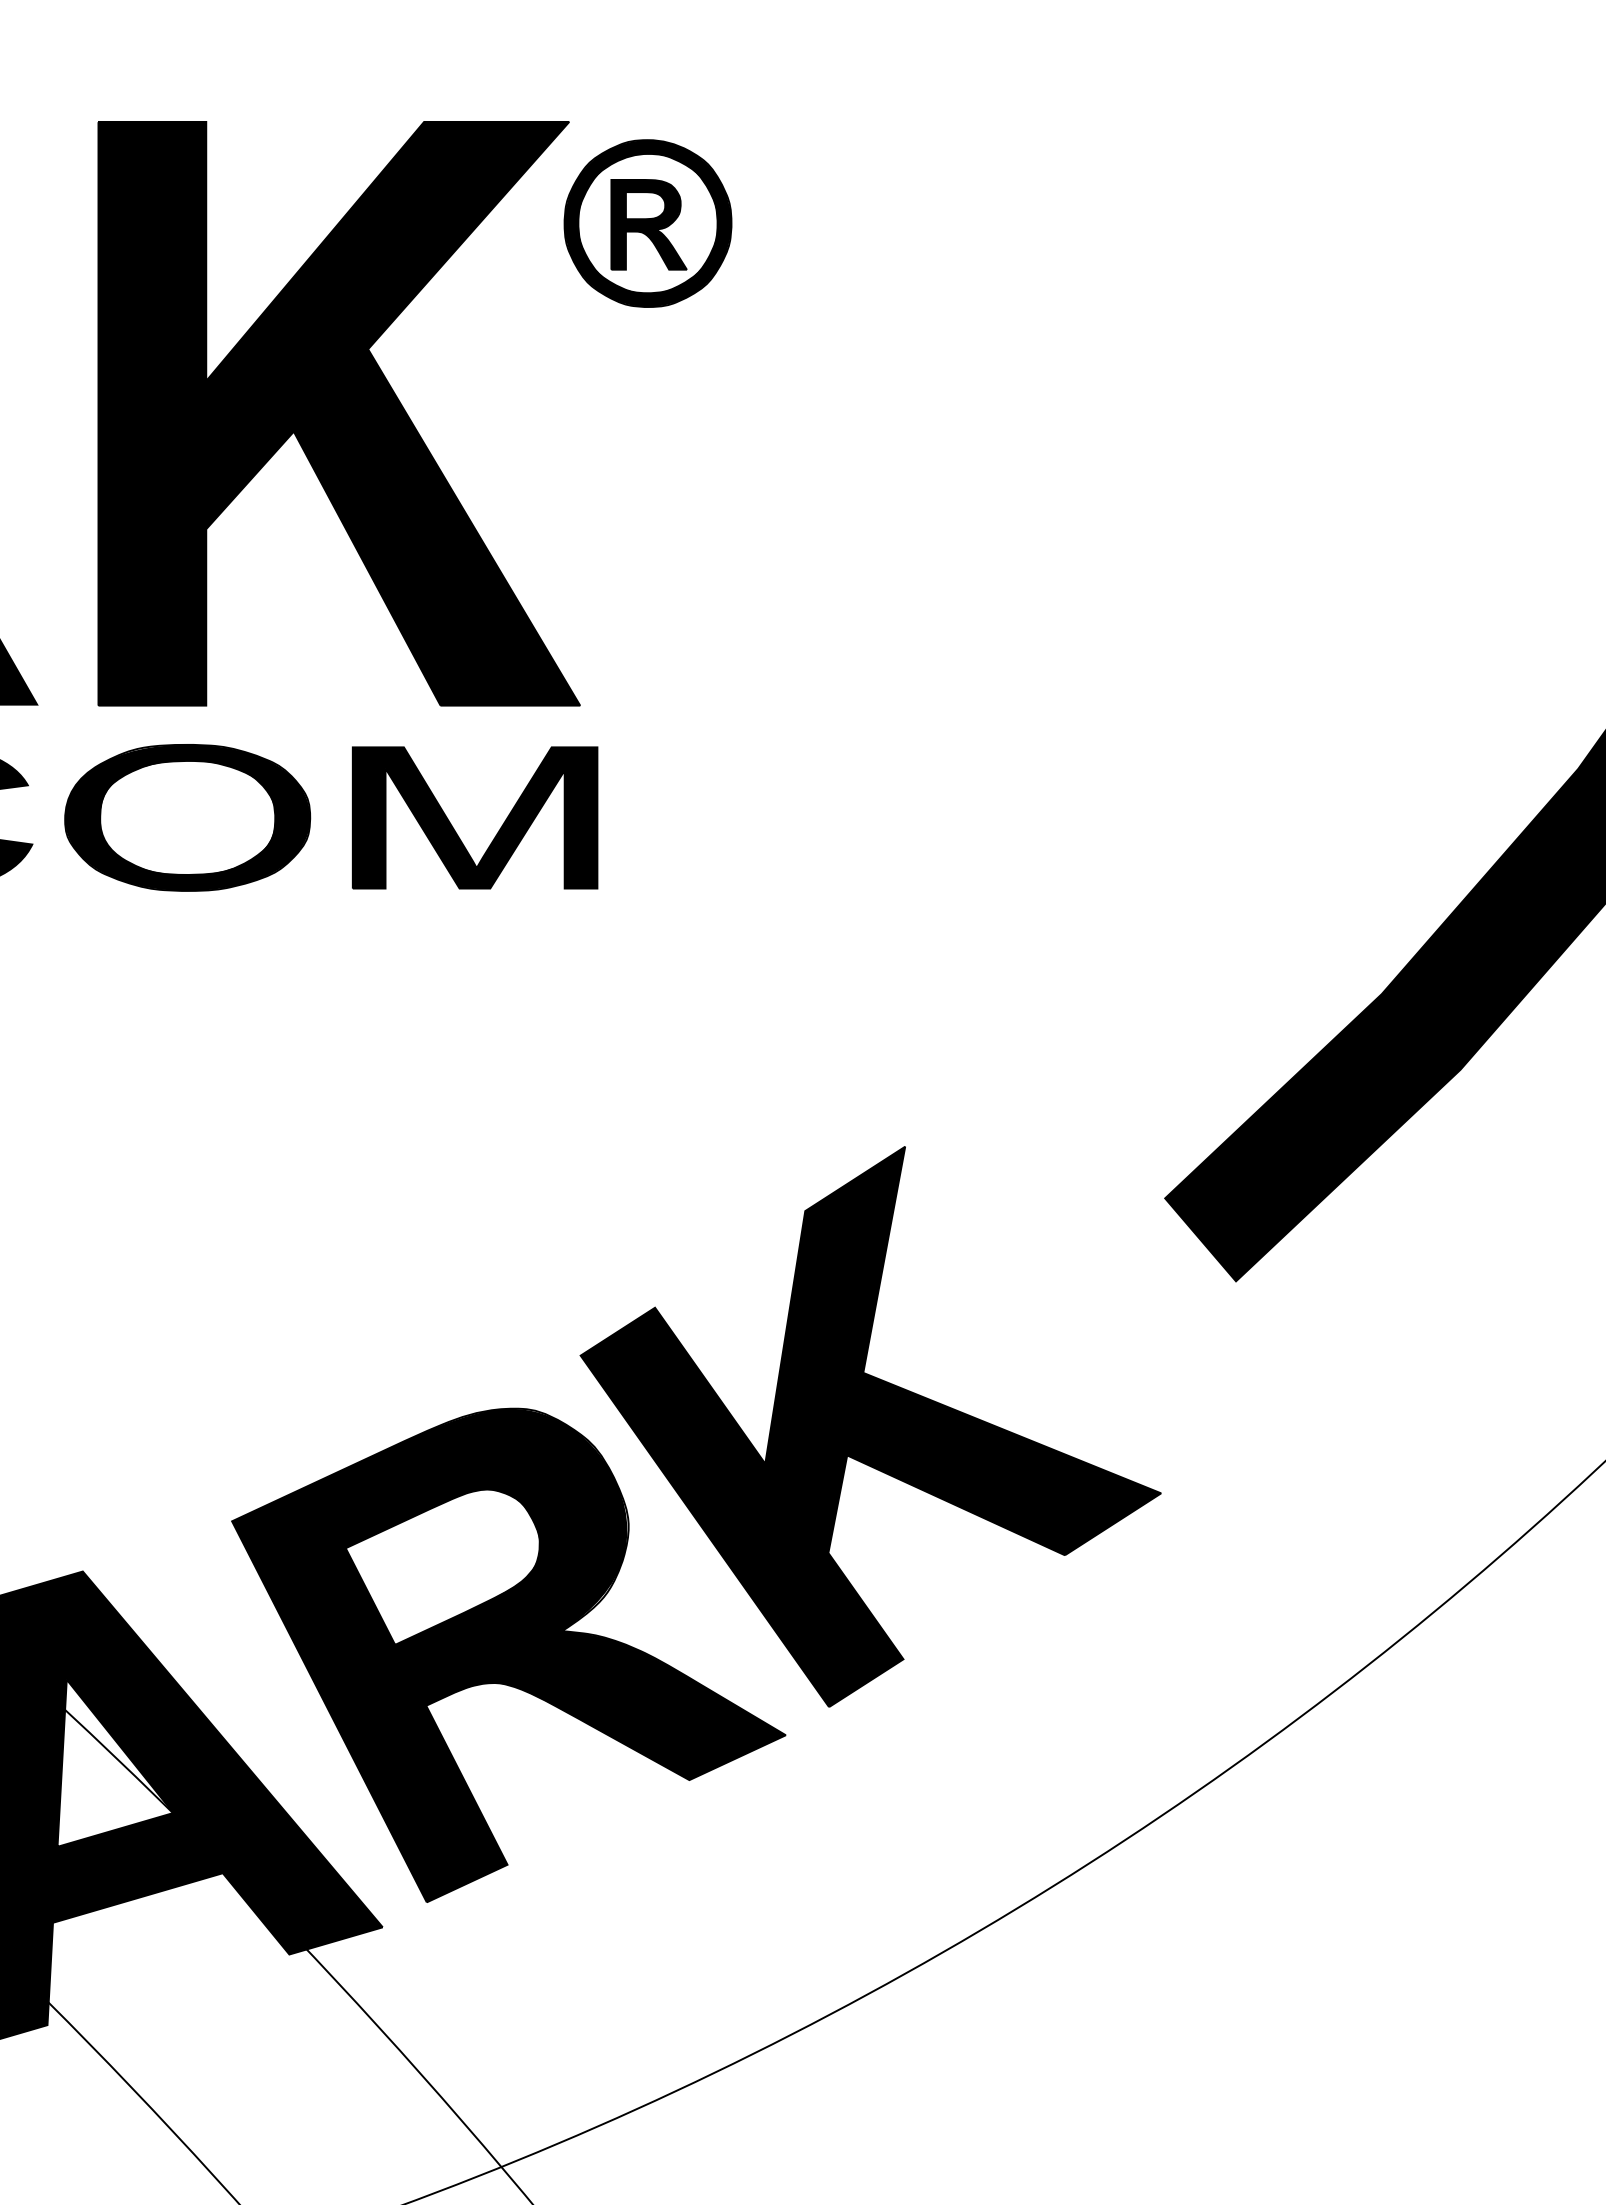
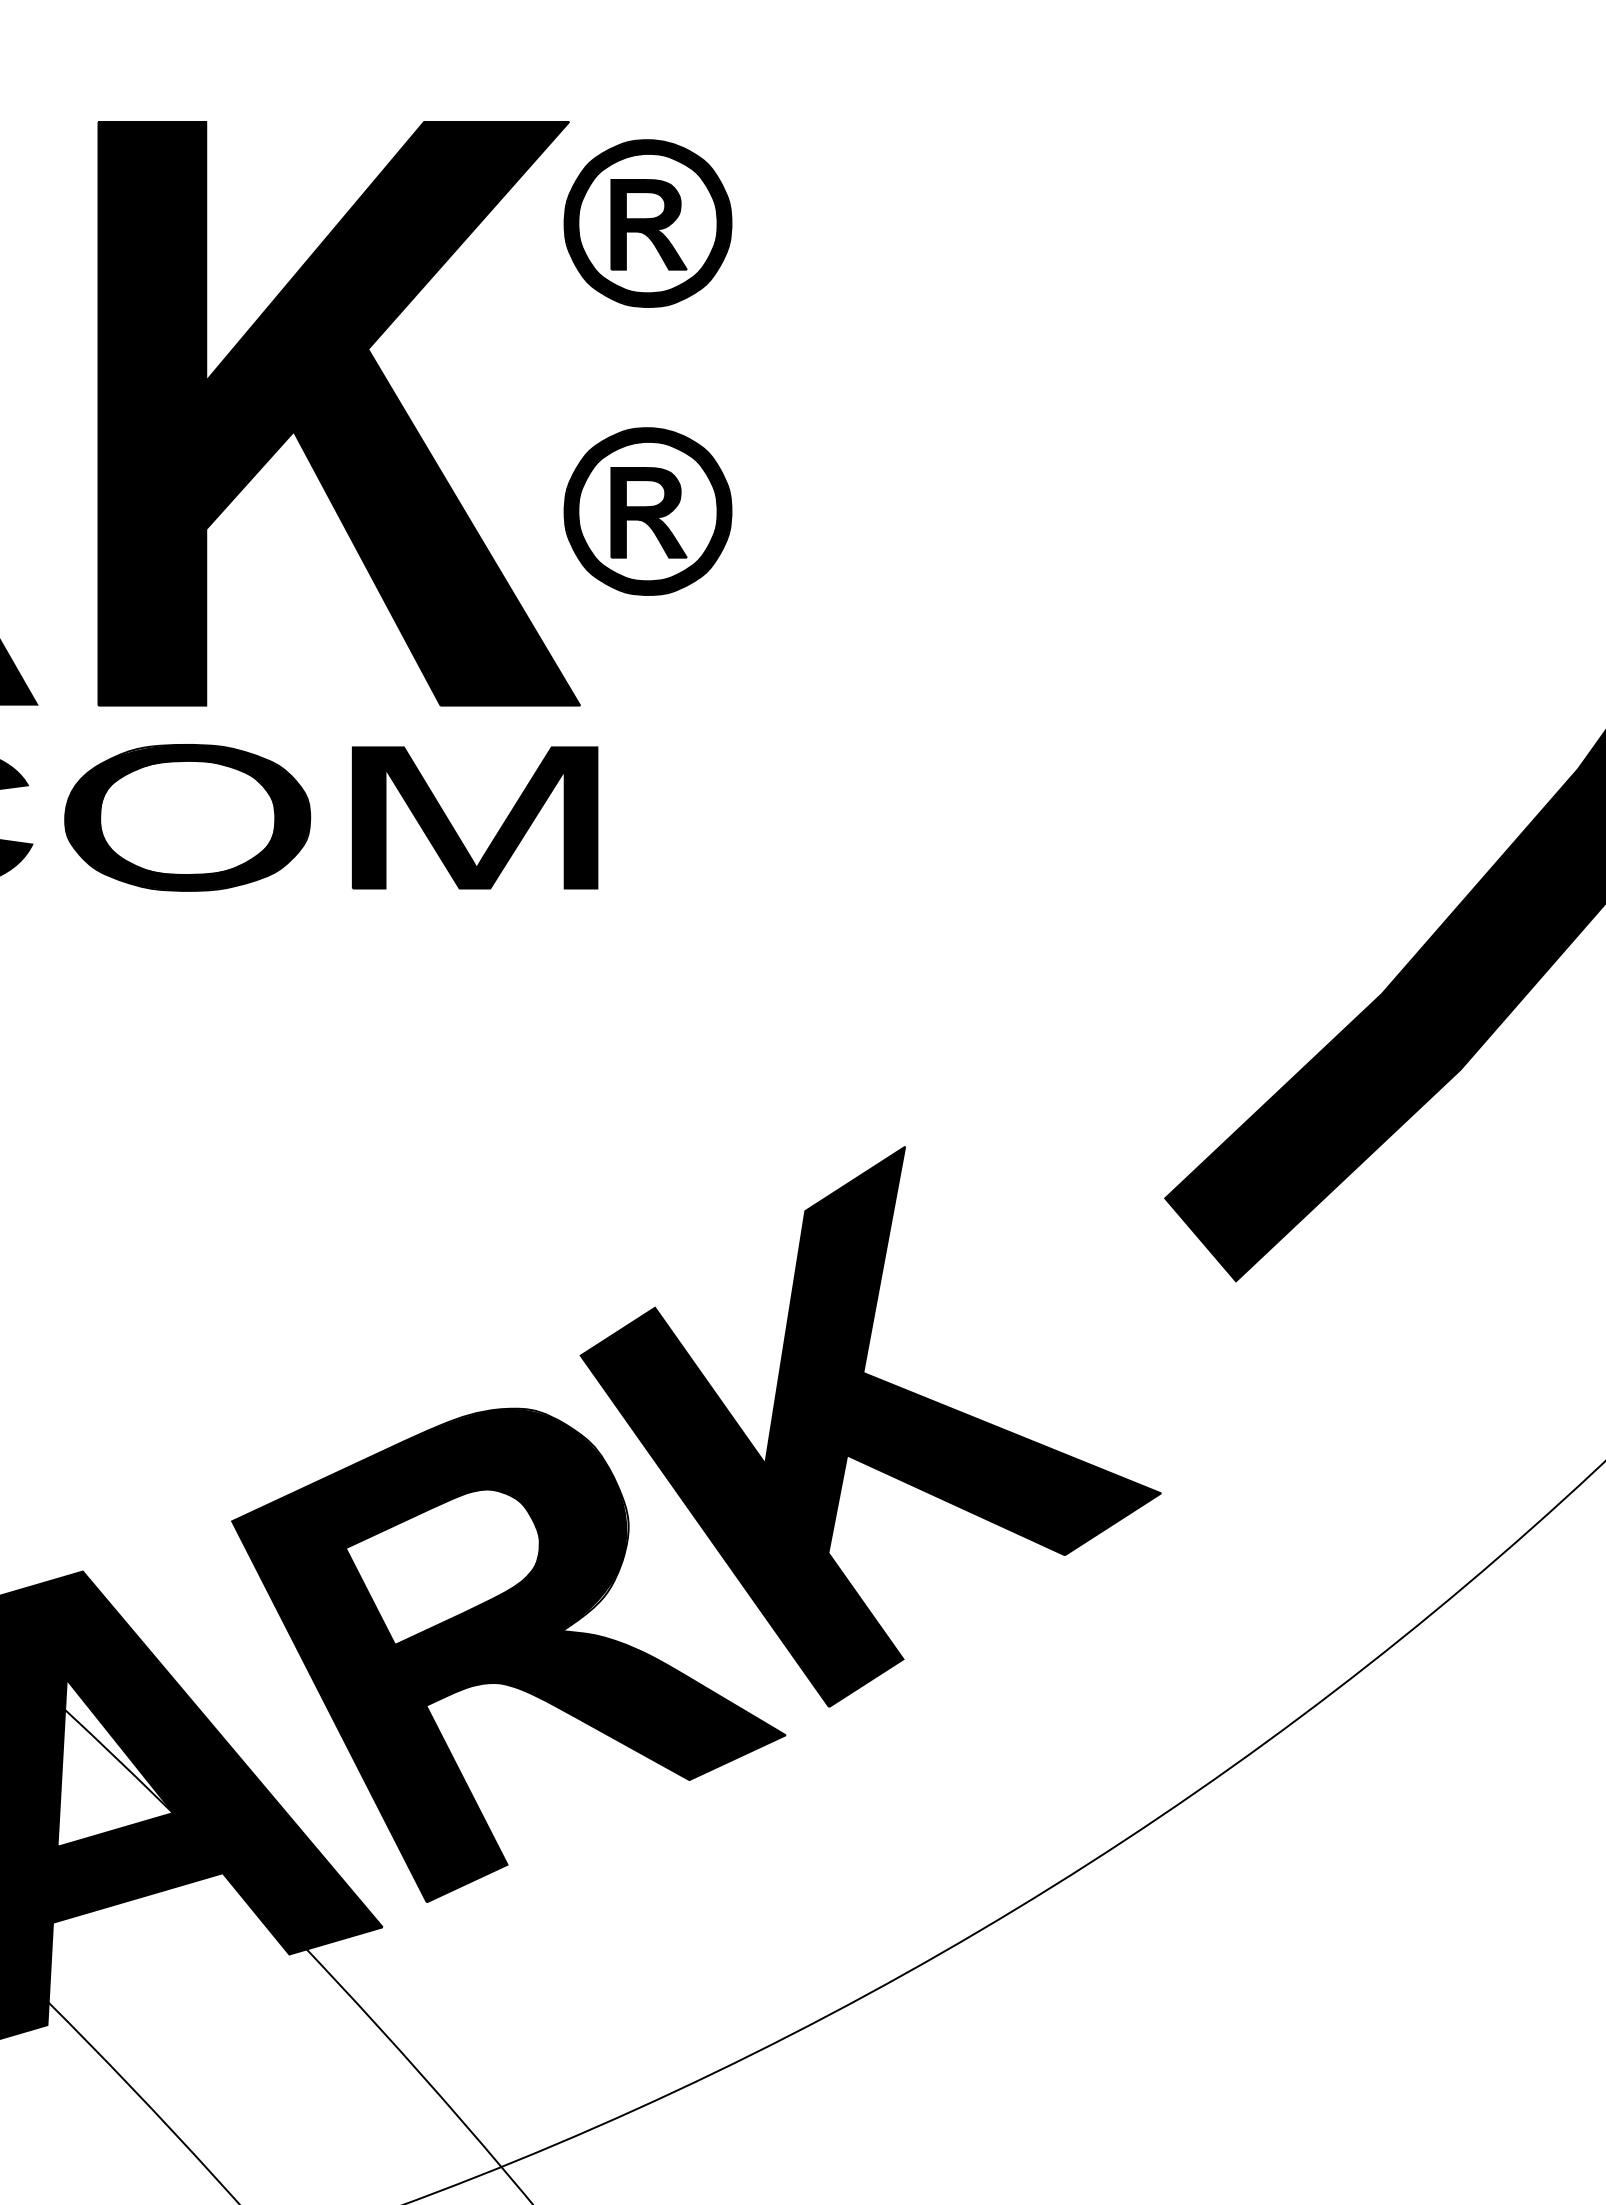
part at (647, 511): none -> present
